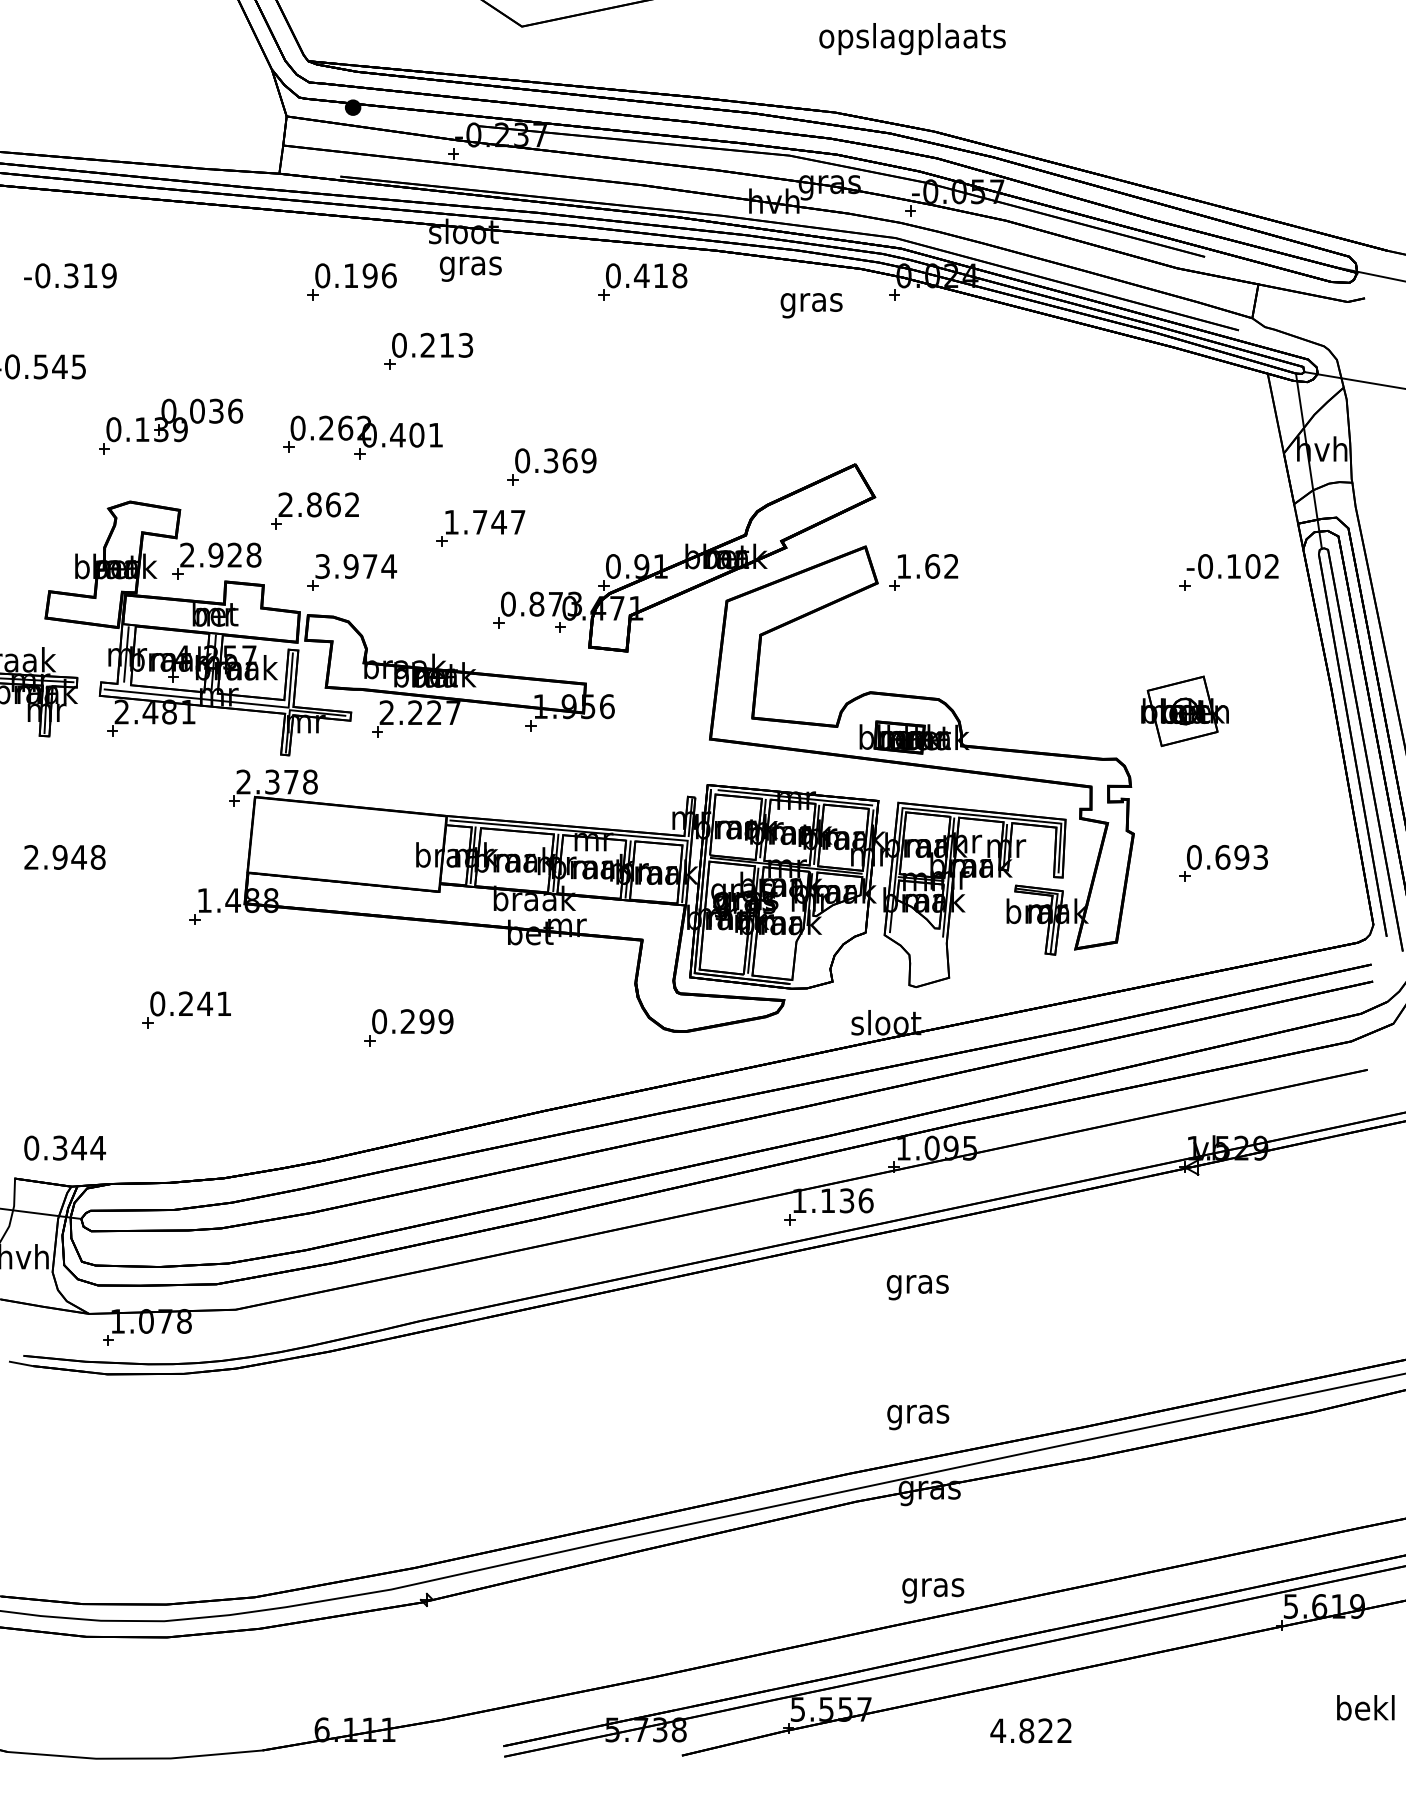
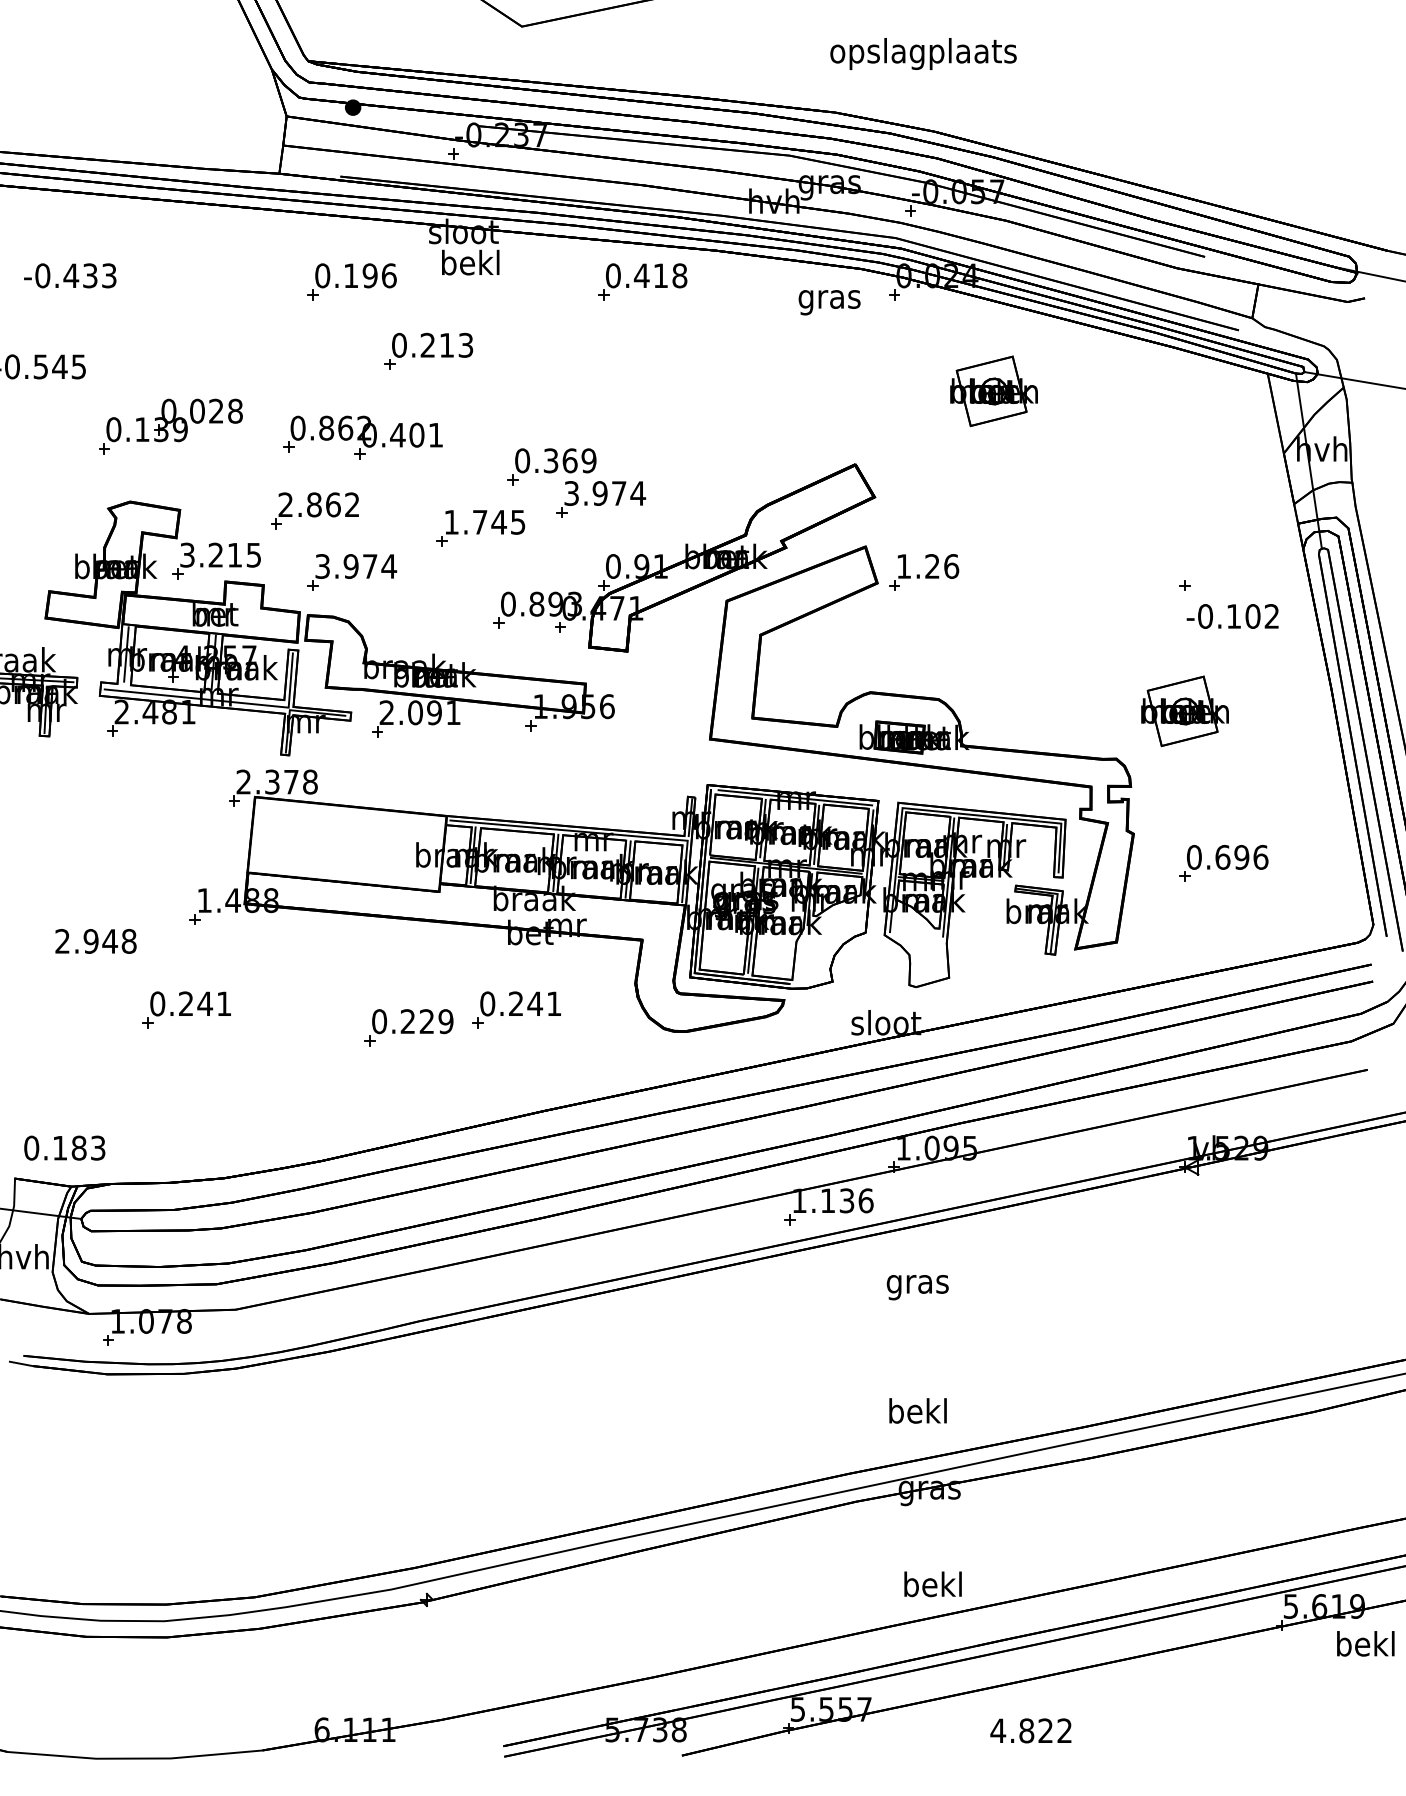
text at (912, 38) position: (912, 38) -> (923, 53)
text at (470, 265): gras -> bekl
text at (89, 275): -0.319 -> -0.433
text at (811, 305) position: (811, 305) -> (829, 302)
part at (993, 391): none -> present
text at (226, 410): 0.036 -> 0.028
text at (326, 427): 0.262 -> 0.862
part at (601, 499): none -> present
text at (518, 522): 1.747 -> 1.745
text at (220, 554): 2.928 -> 3.215
text at (942, 566): 1.62 -> 1.26
text at (1232, 566) position: (1232, 566) -> (1232, 616)
text at (555, 603): 0.873 -> 0.893
text at (434, 712): 2.227 -> 2.091
text at (1260, 856): 0.693 -> 0.696
text at (64, 857) position: (64, 857) -> (95, 941)
part at (516, 1009): none -> present
text at (426, 1021): 0.299 -> 0.229
text at (79, 1147): 0.344 -> 0.183
text at (918, 1414): gras -> bekl
text at (933, 1587): gras -> bekl
text at (1365, 1707) position: (1365, 1707) -> (1365, 1643)
